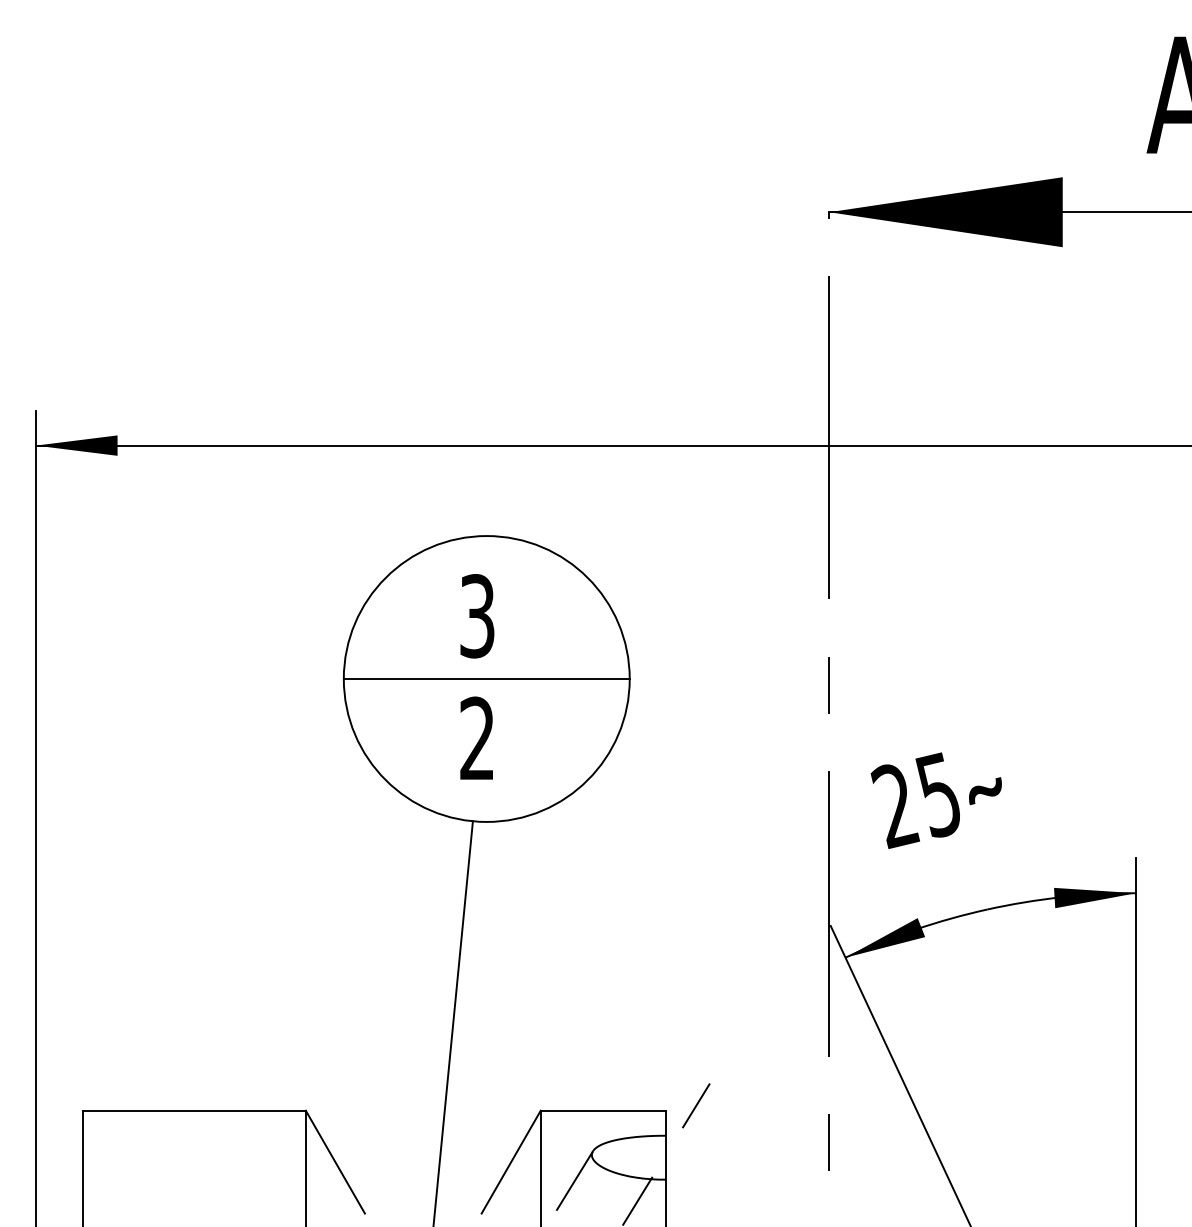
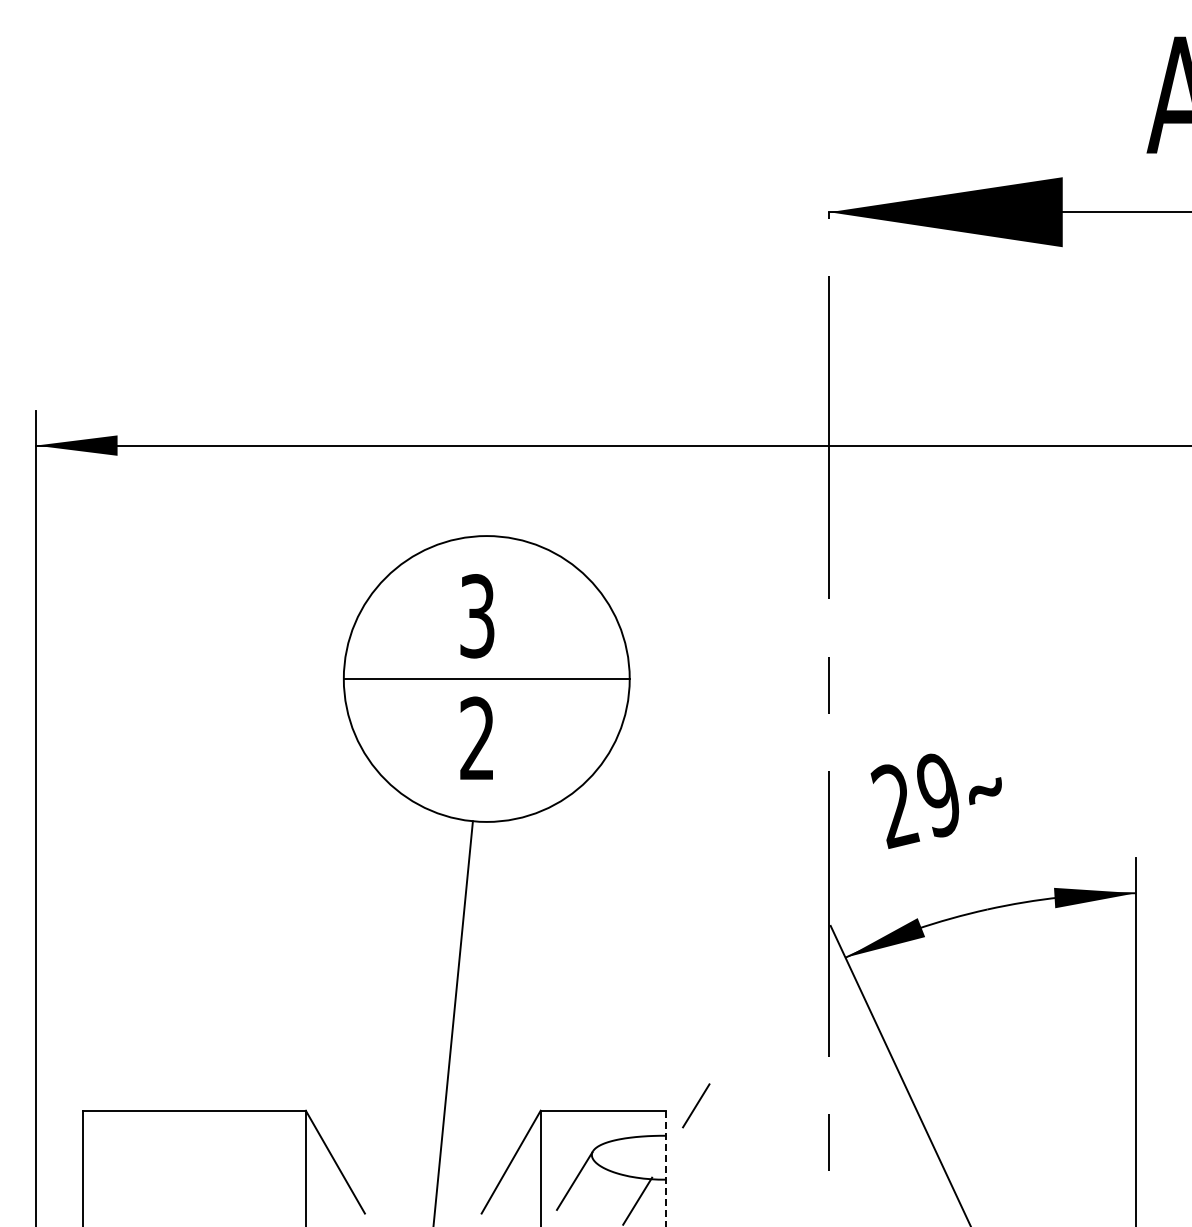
text at (937, 794): 25 -> 29
line at (666, 1168): solid -> dashed
